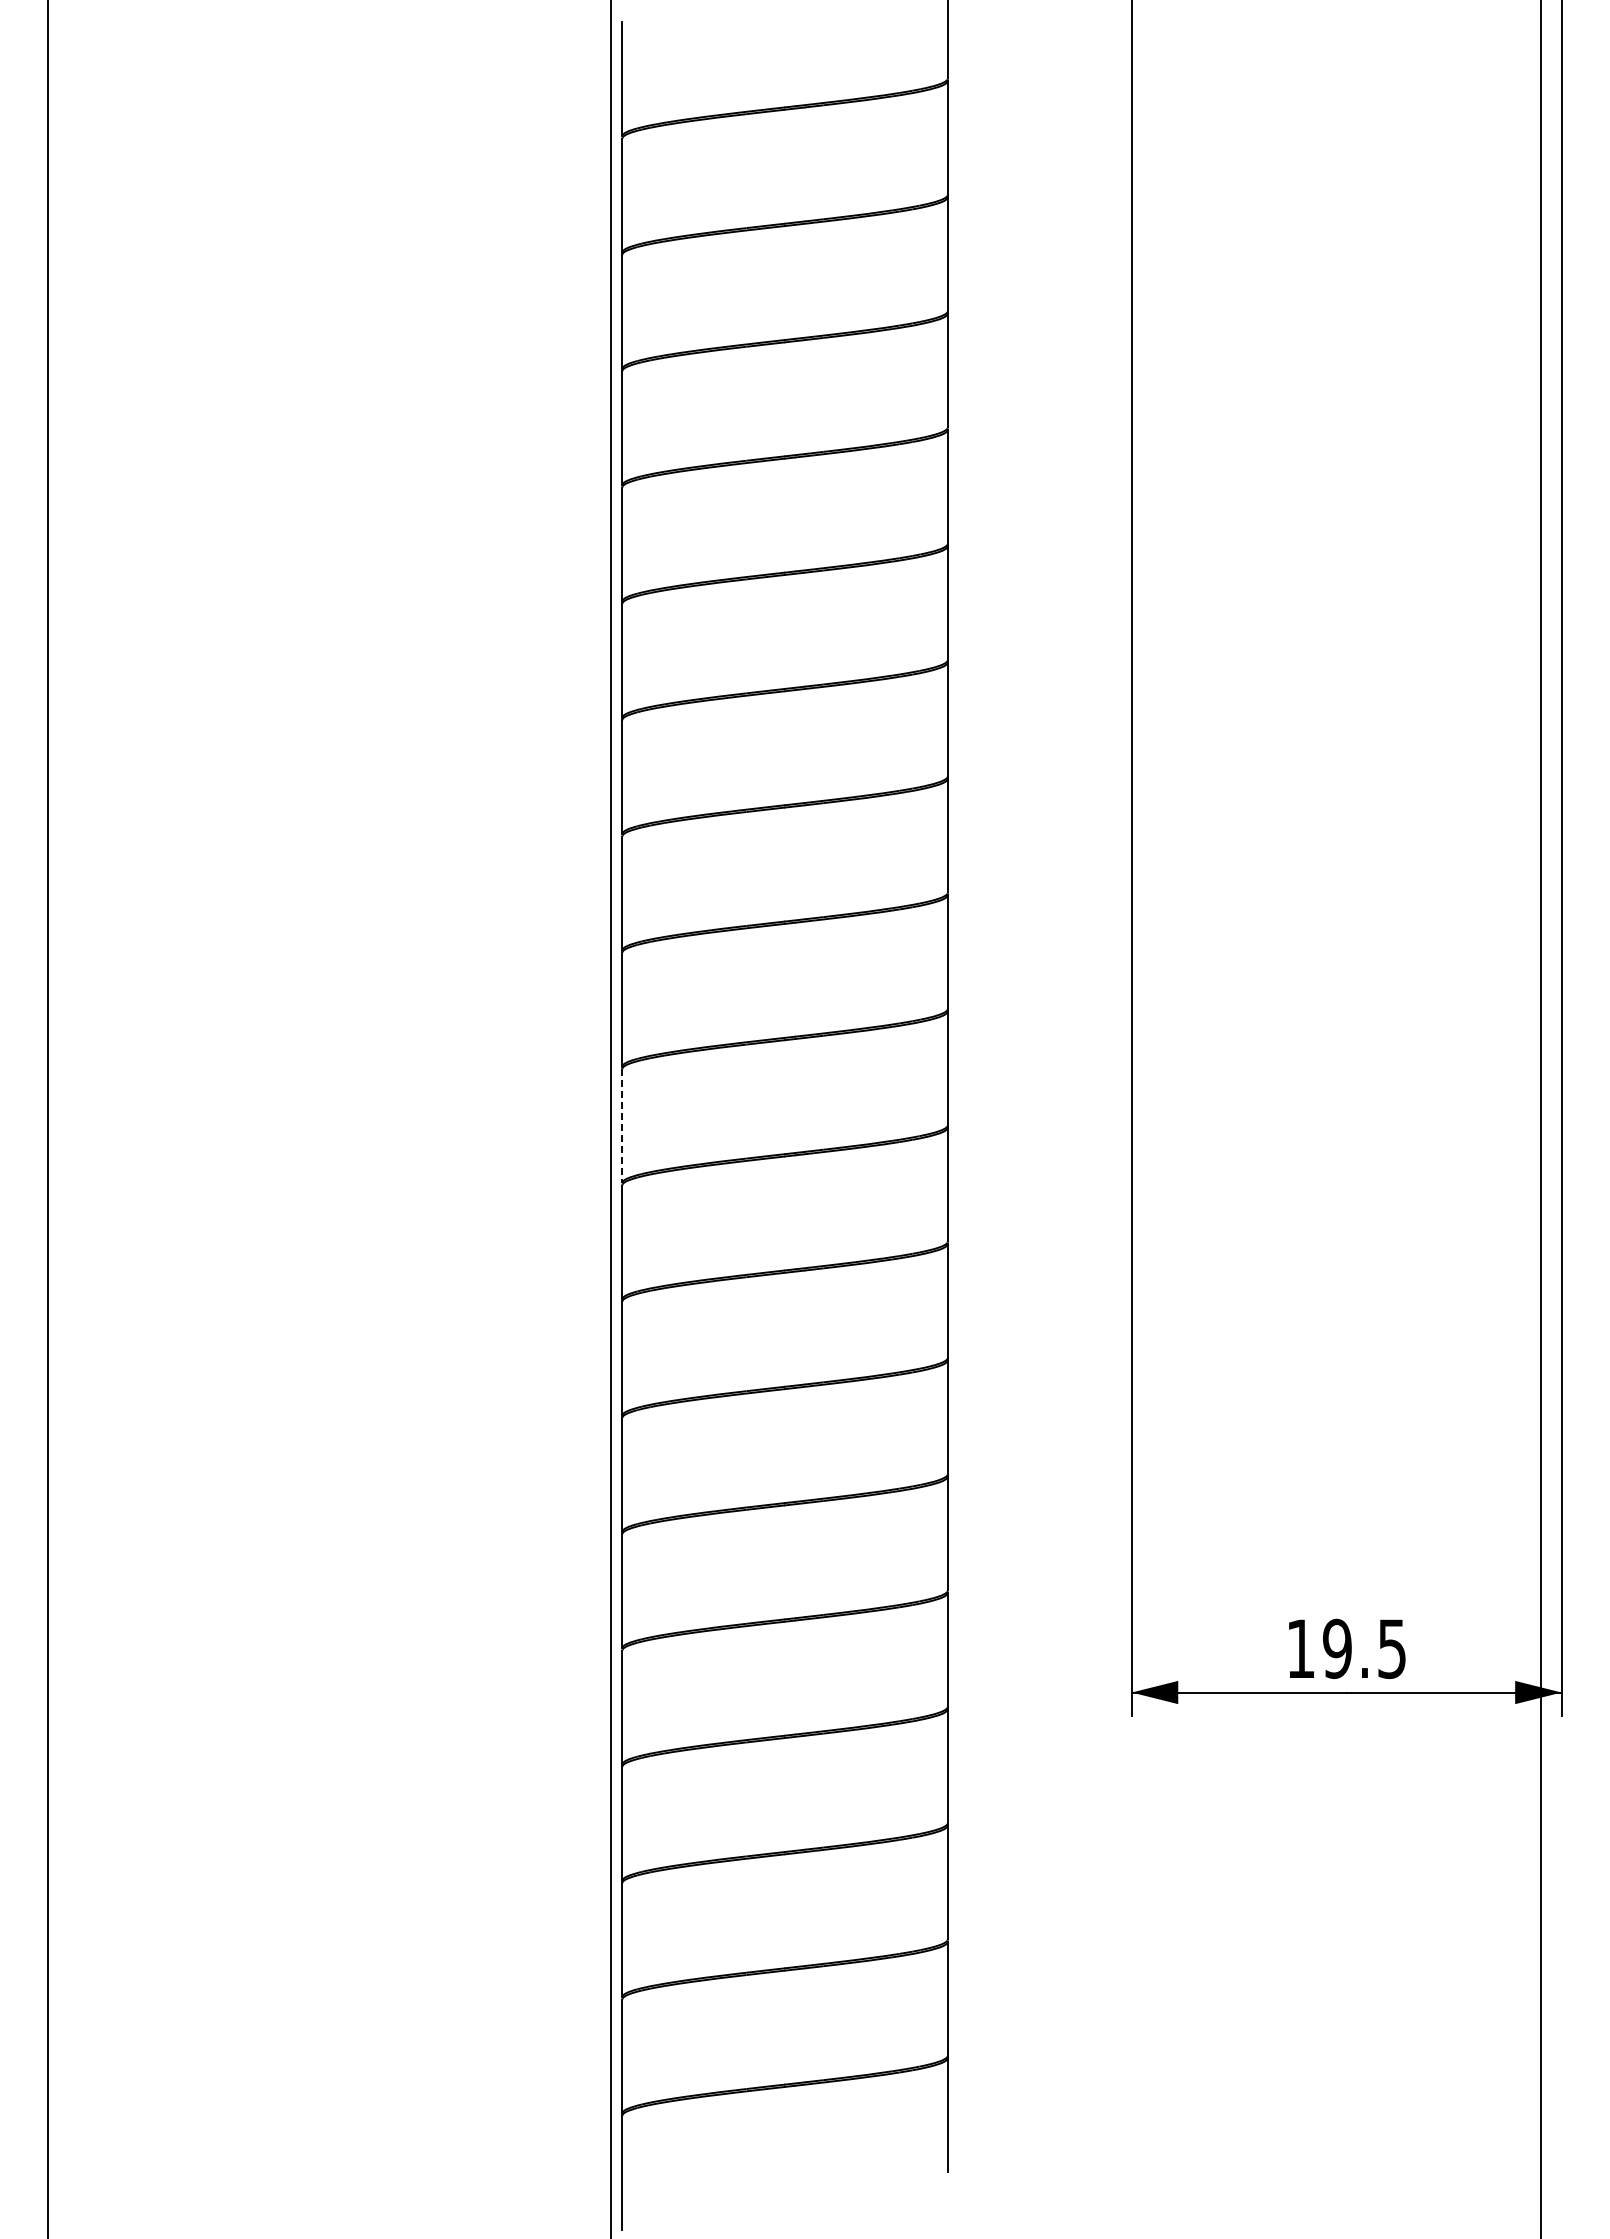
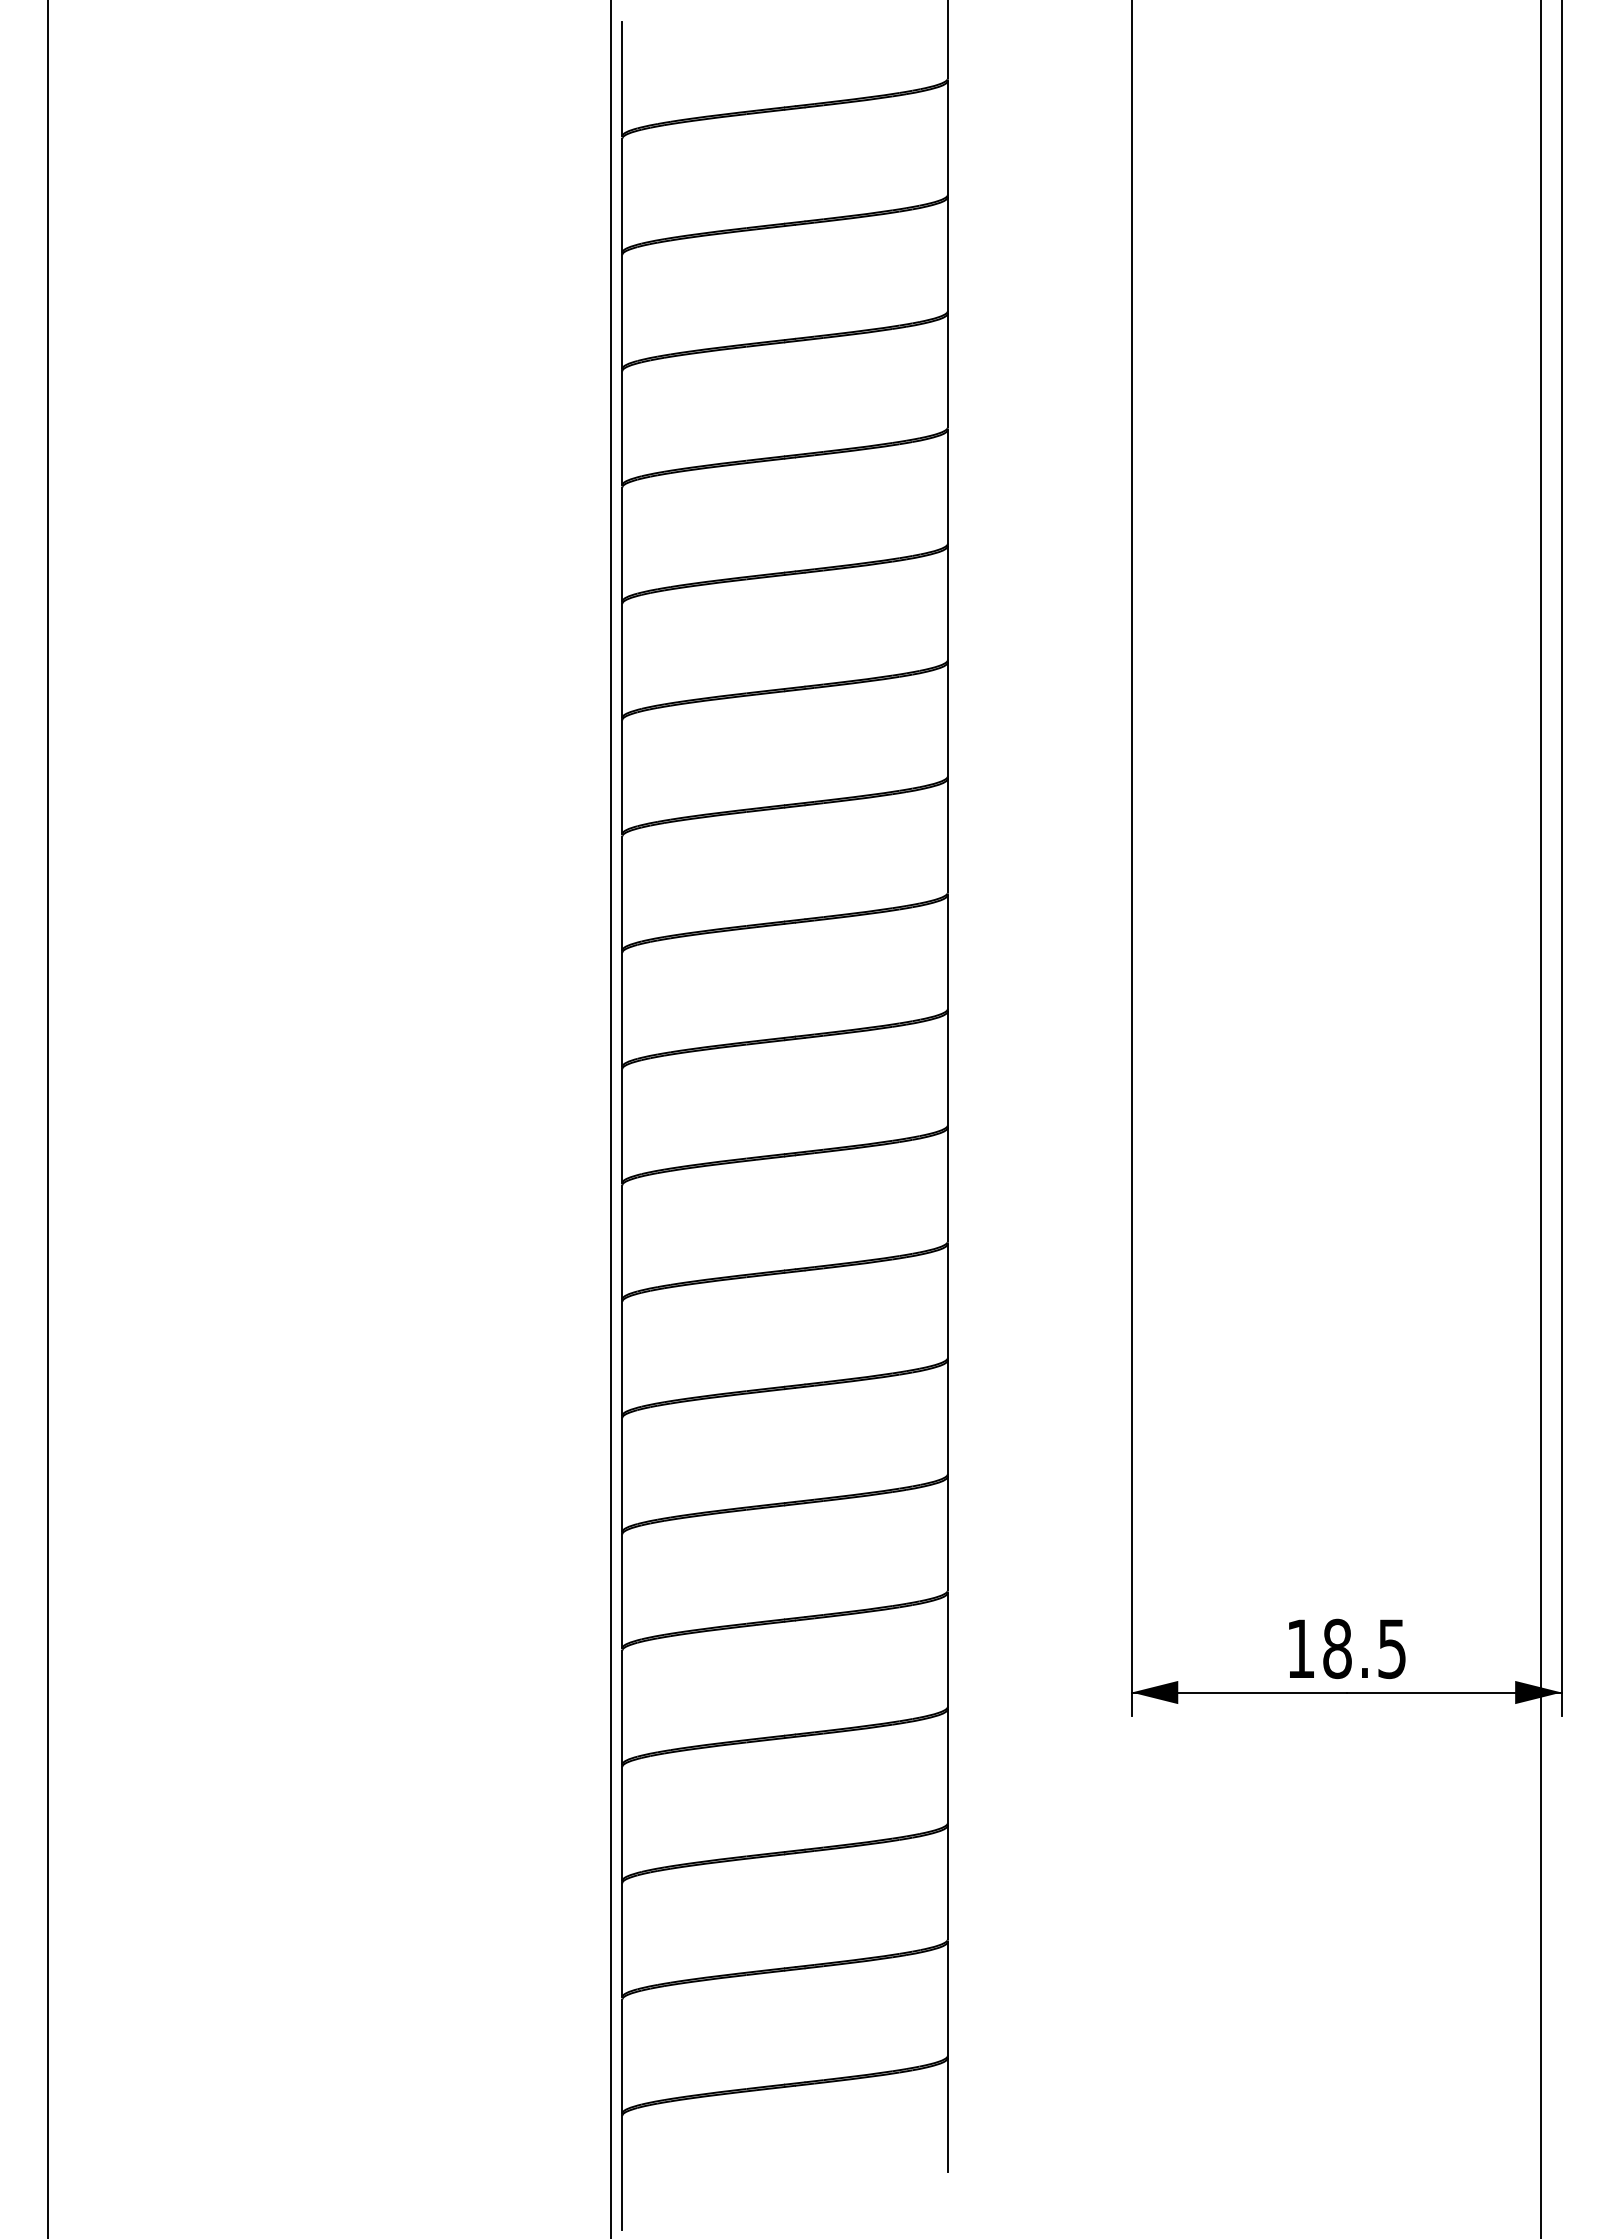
line at (622, 1126): dashed -> solid
text at (1337, 1649): 19.5 -> 18.5
